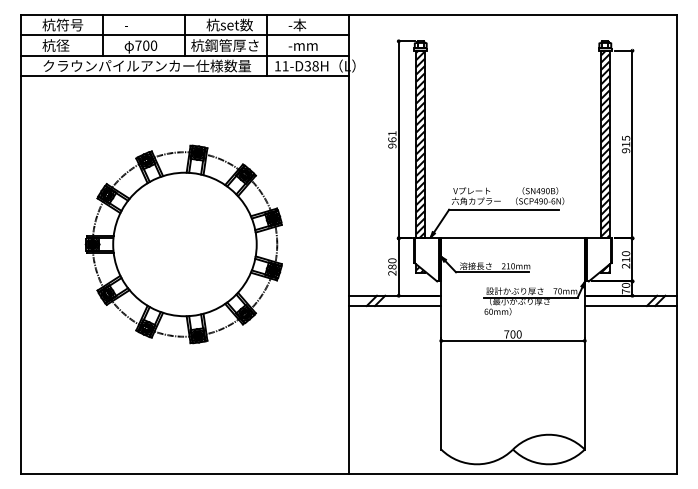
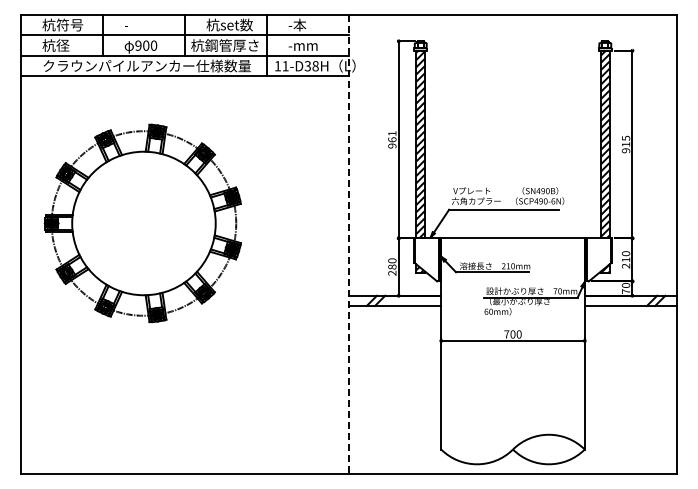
text at (138, 45): 700 -> 900
part at (183, 244) position: (183, 244) -> (142, 223)
line at (348, 244): solid -> dashed
